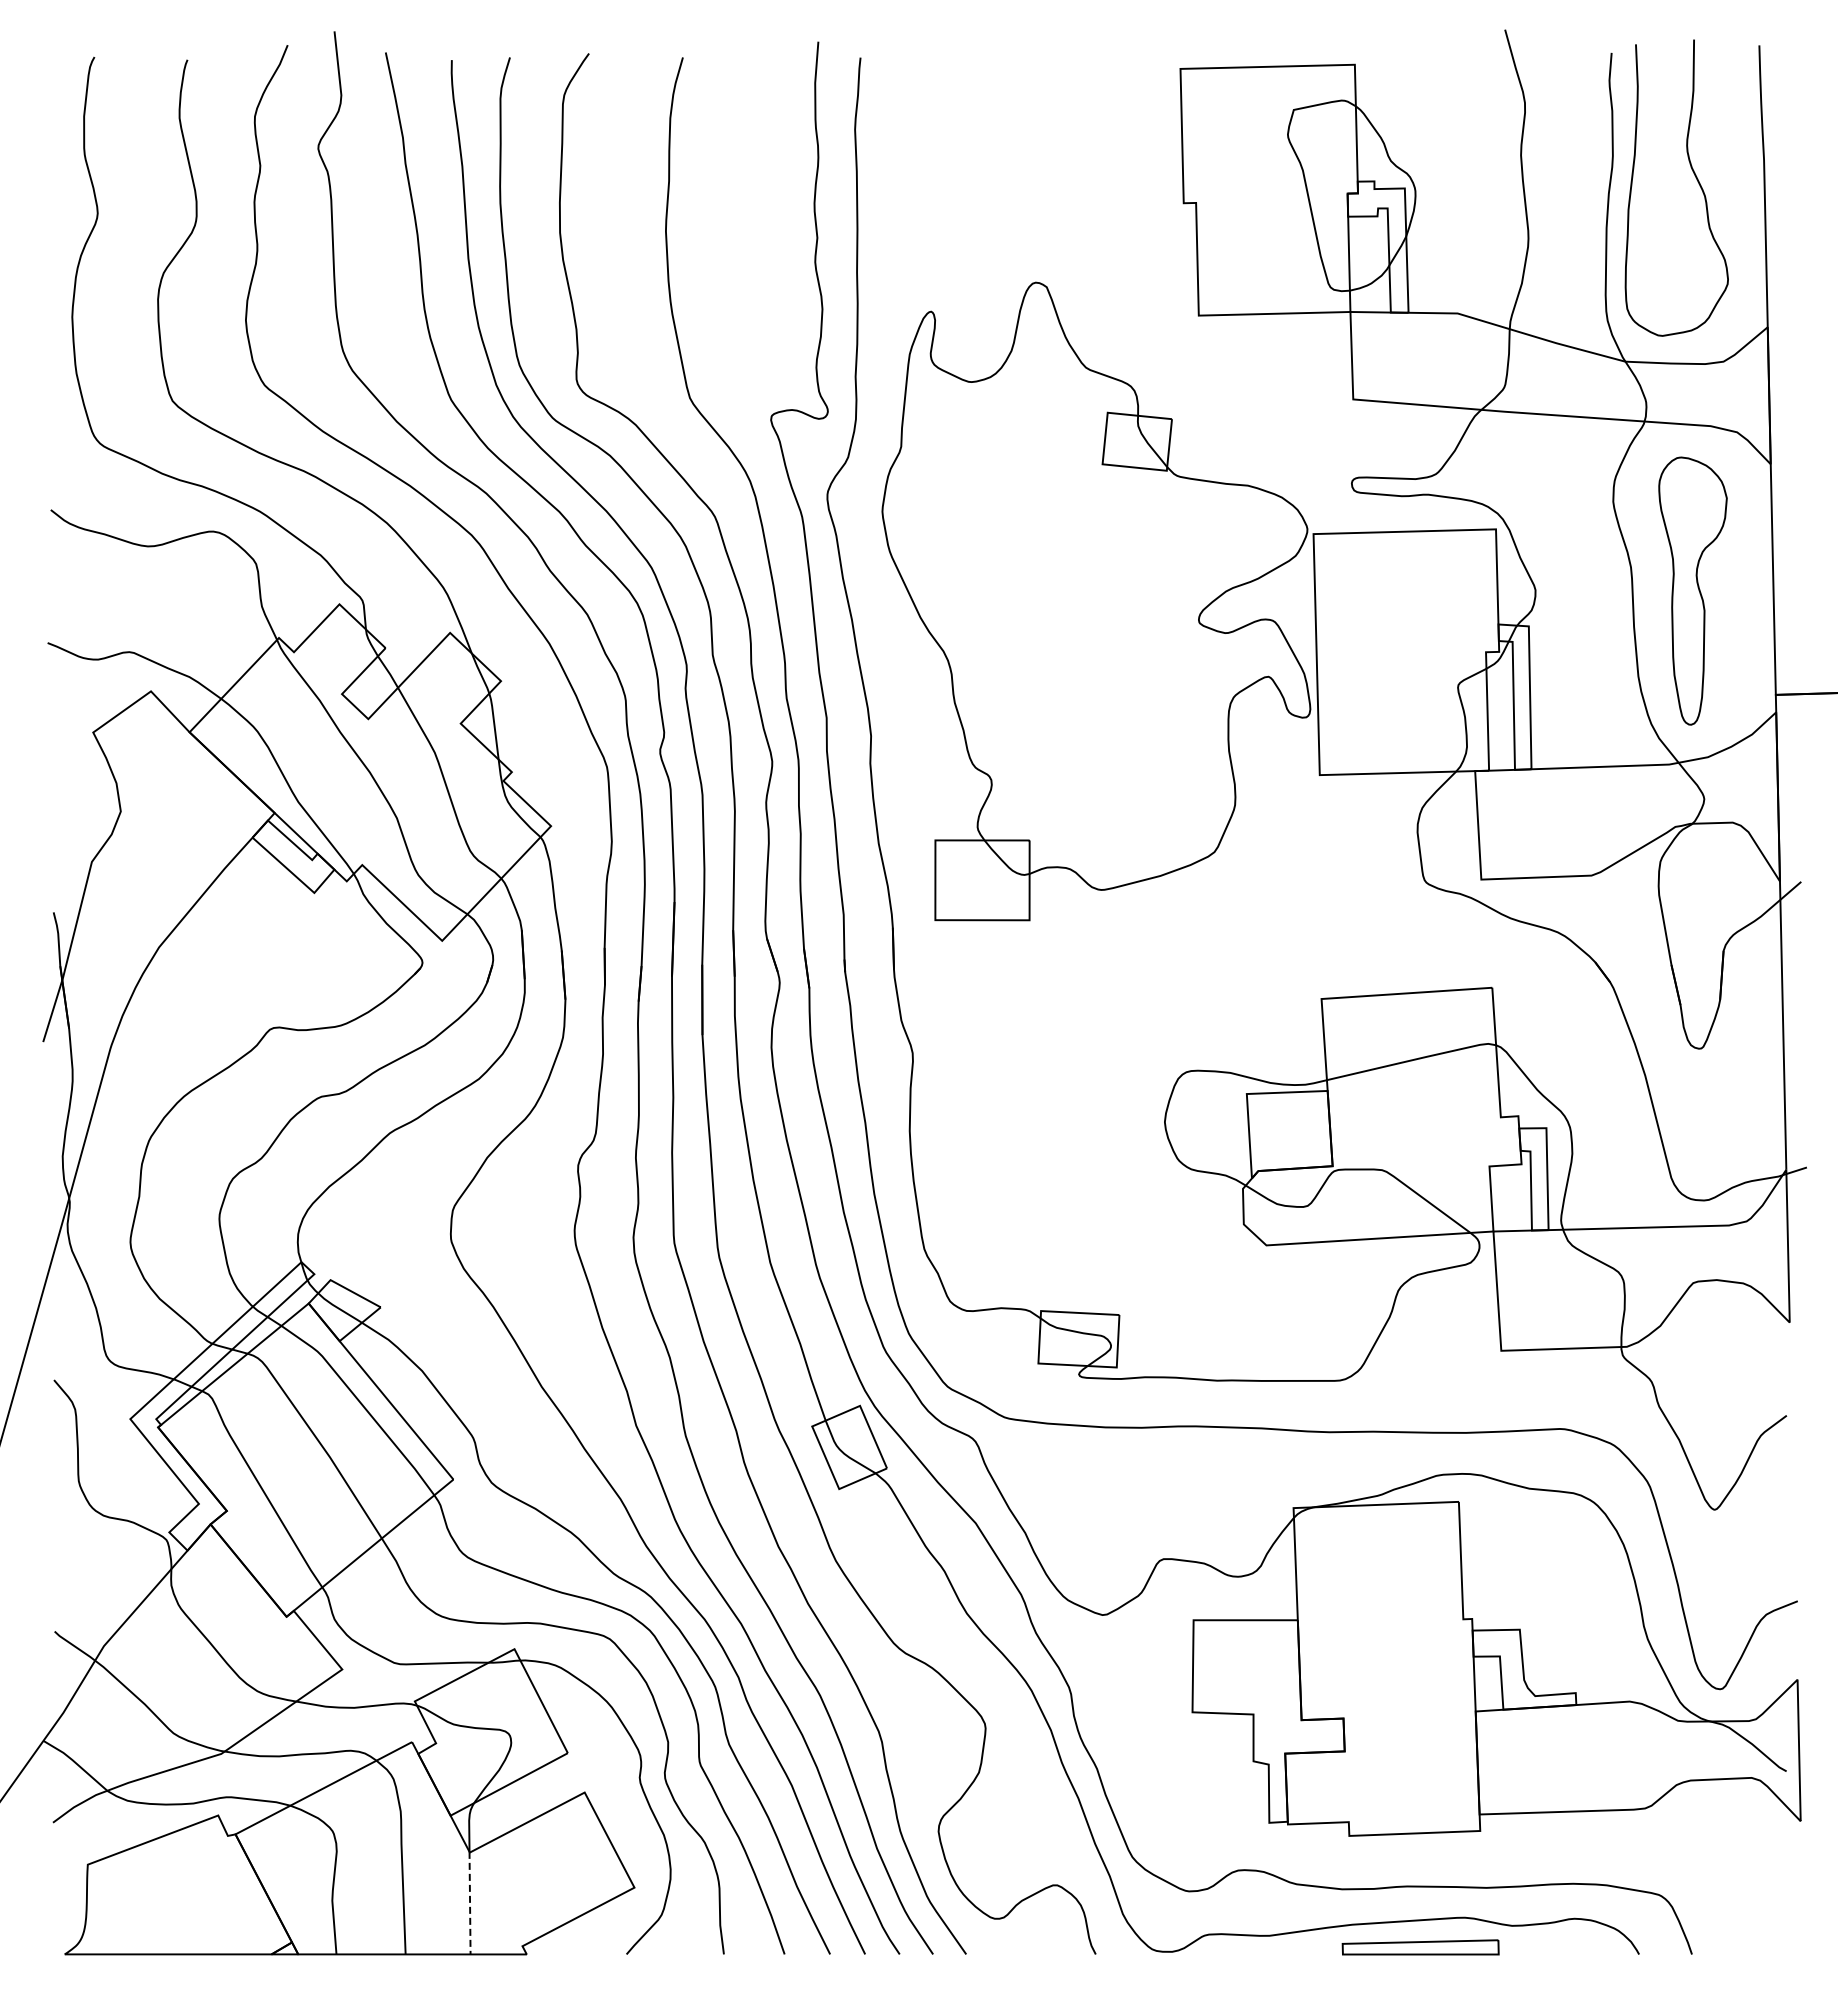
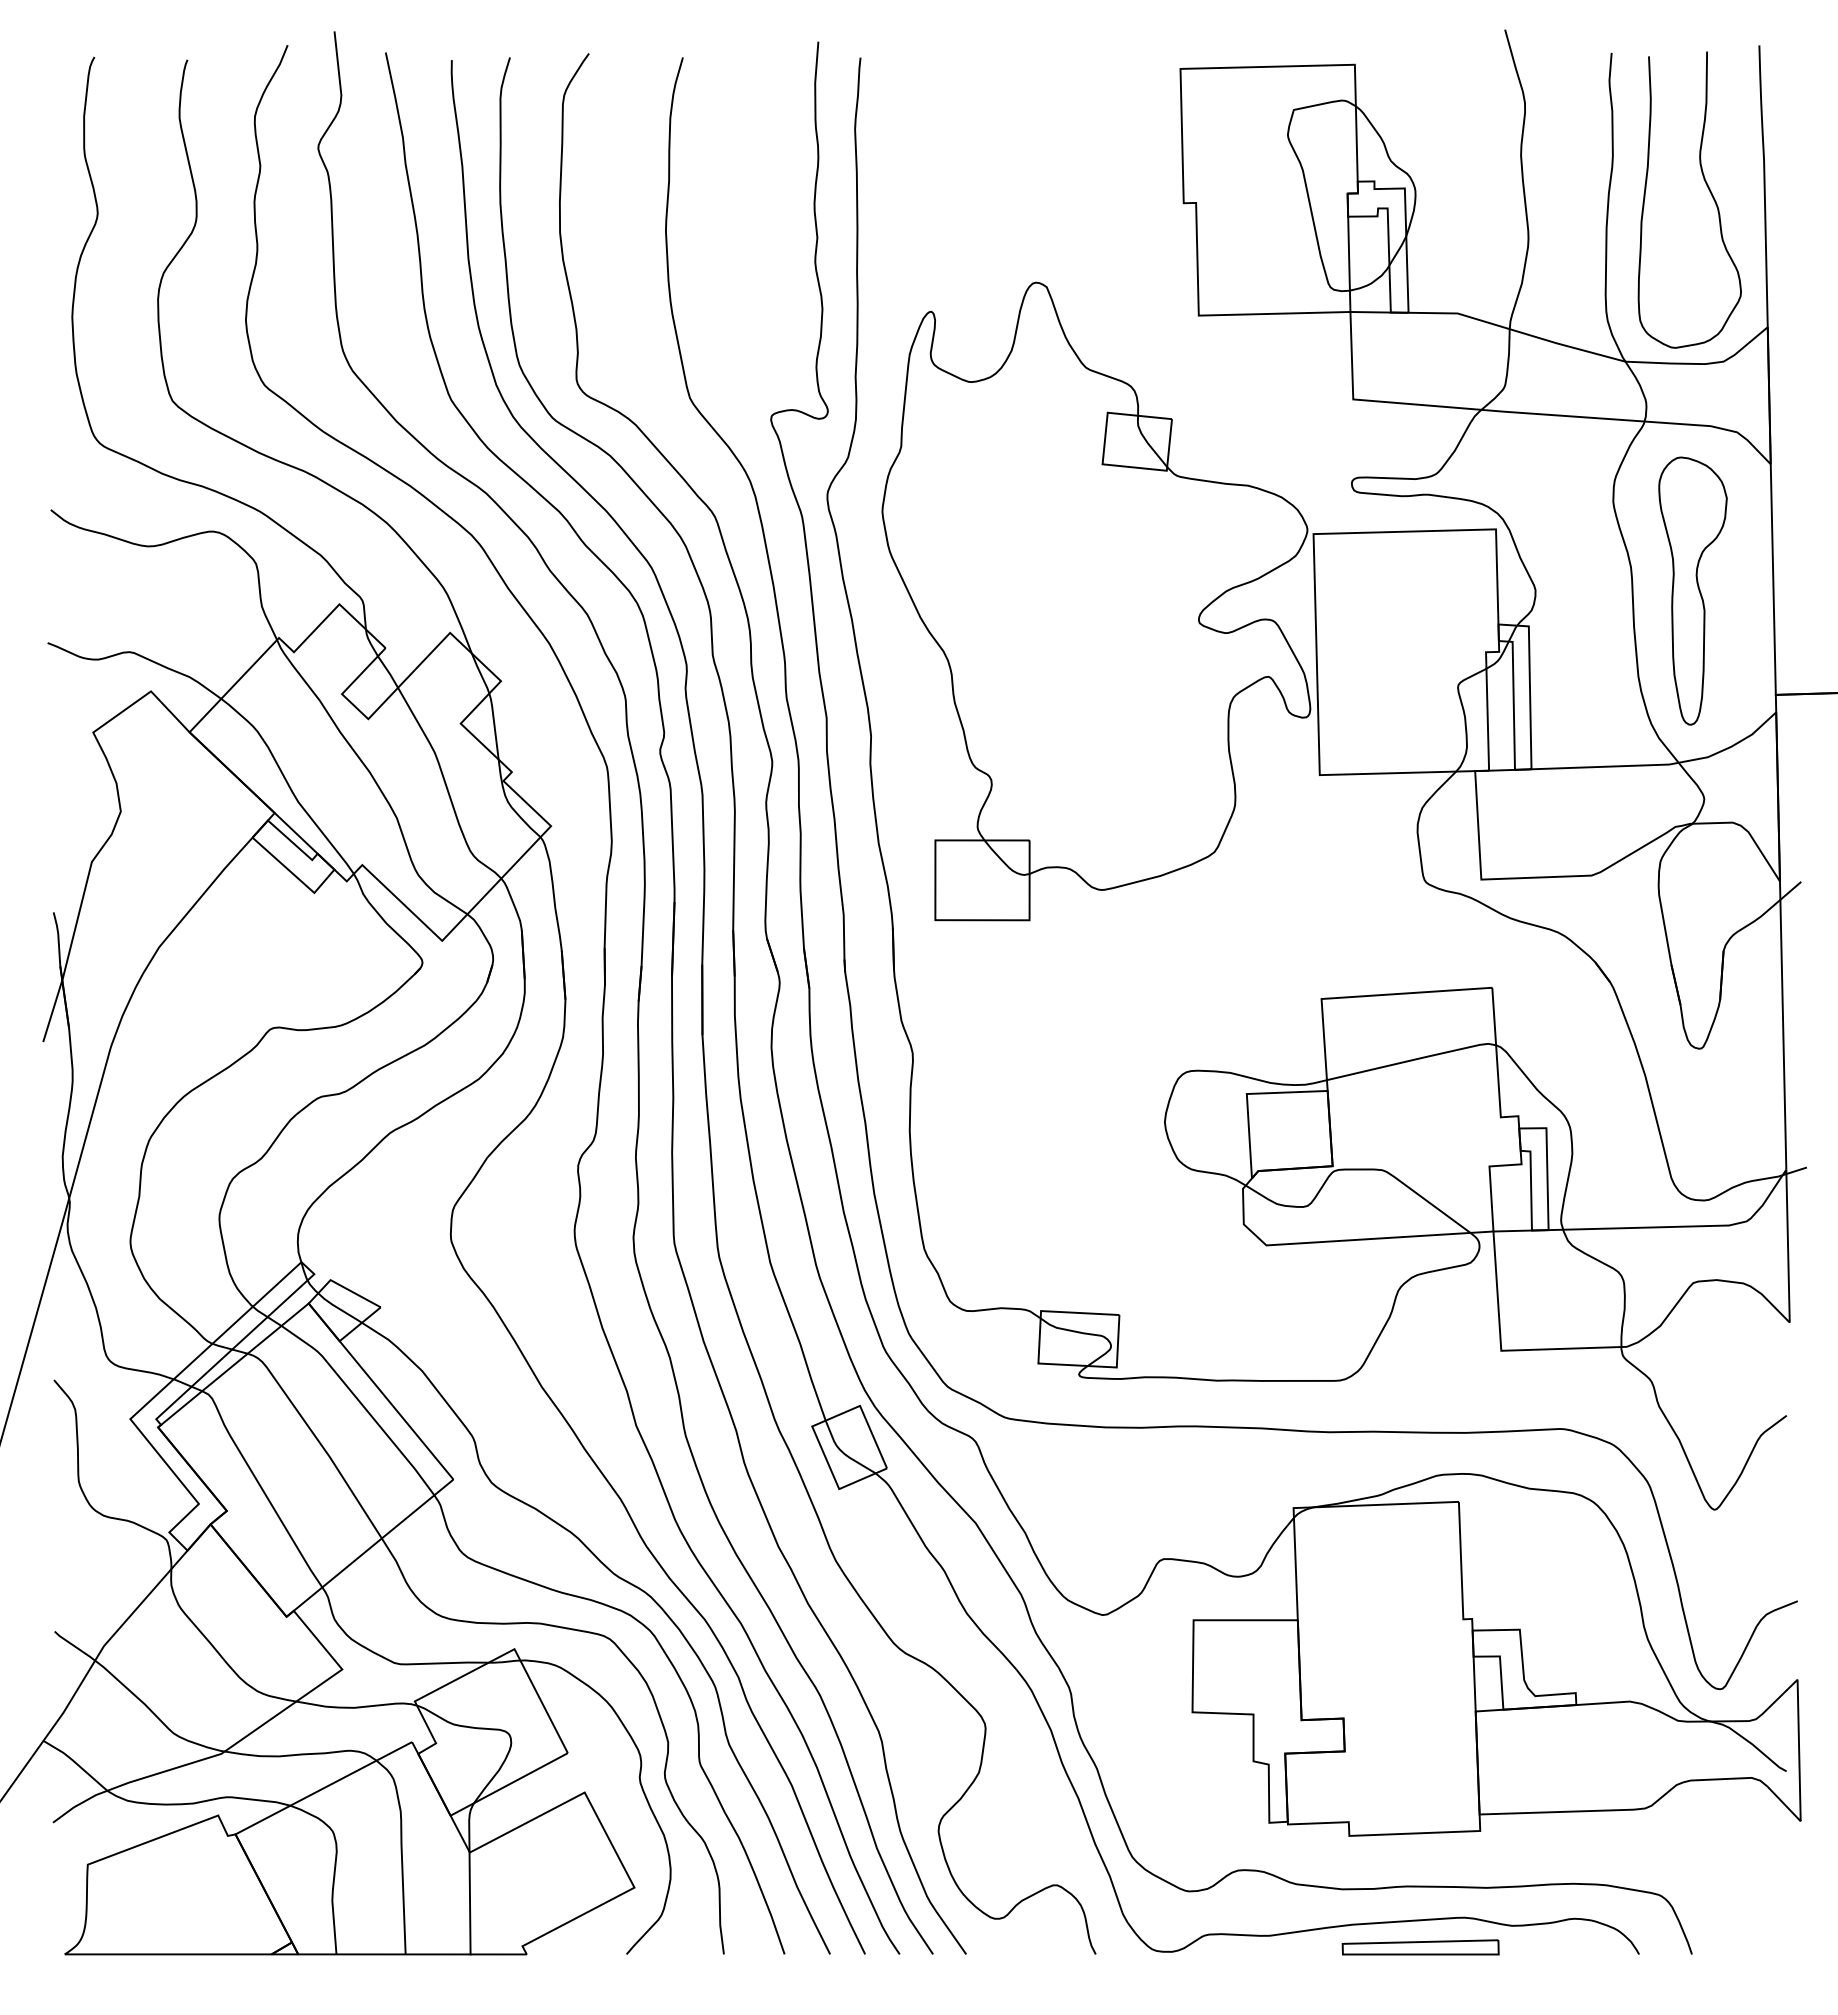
curve at (1695, 177) position: (1695, 177) -> (1708, 189)
line at (470, 1903): dashed -> solid
